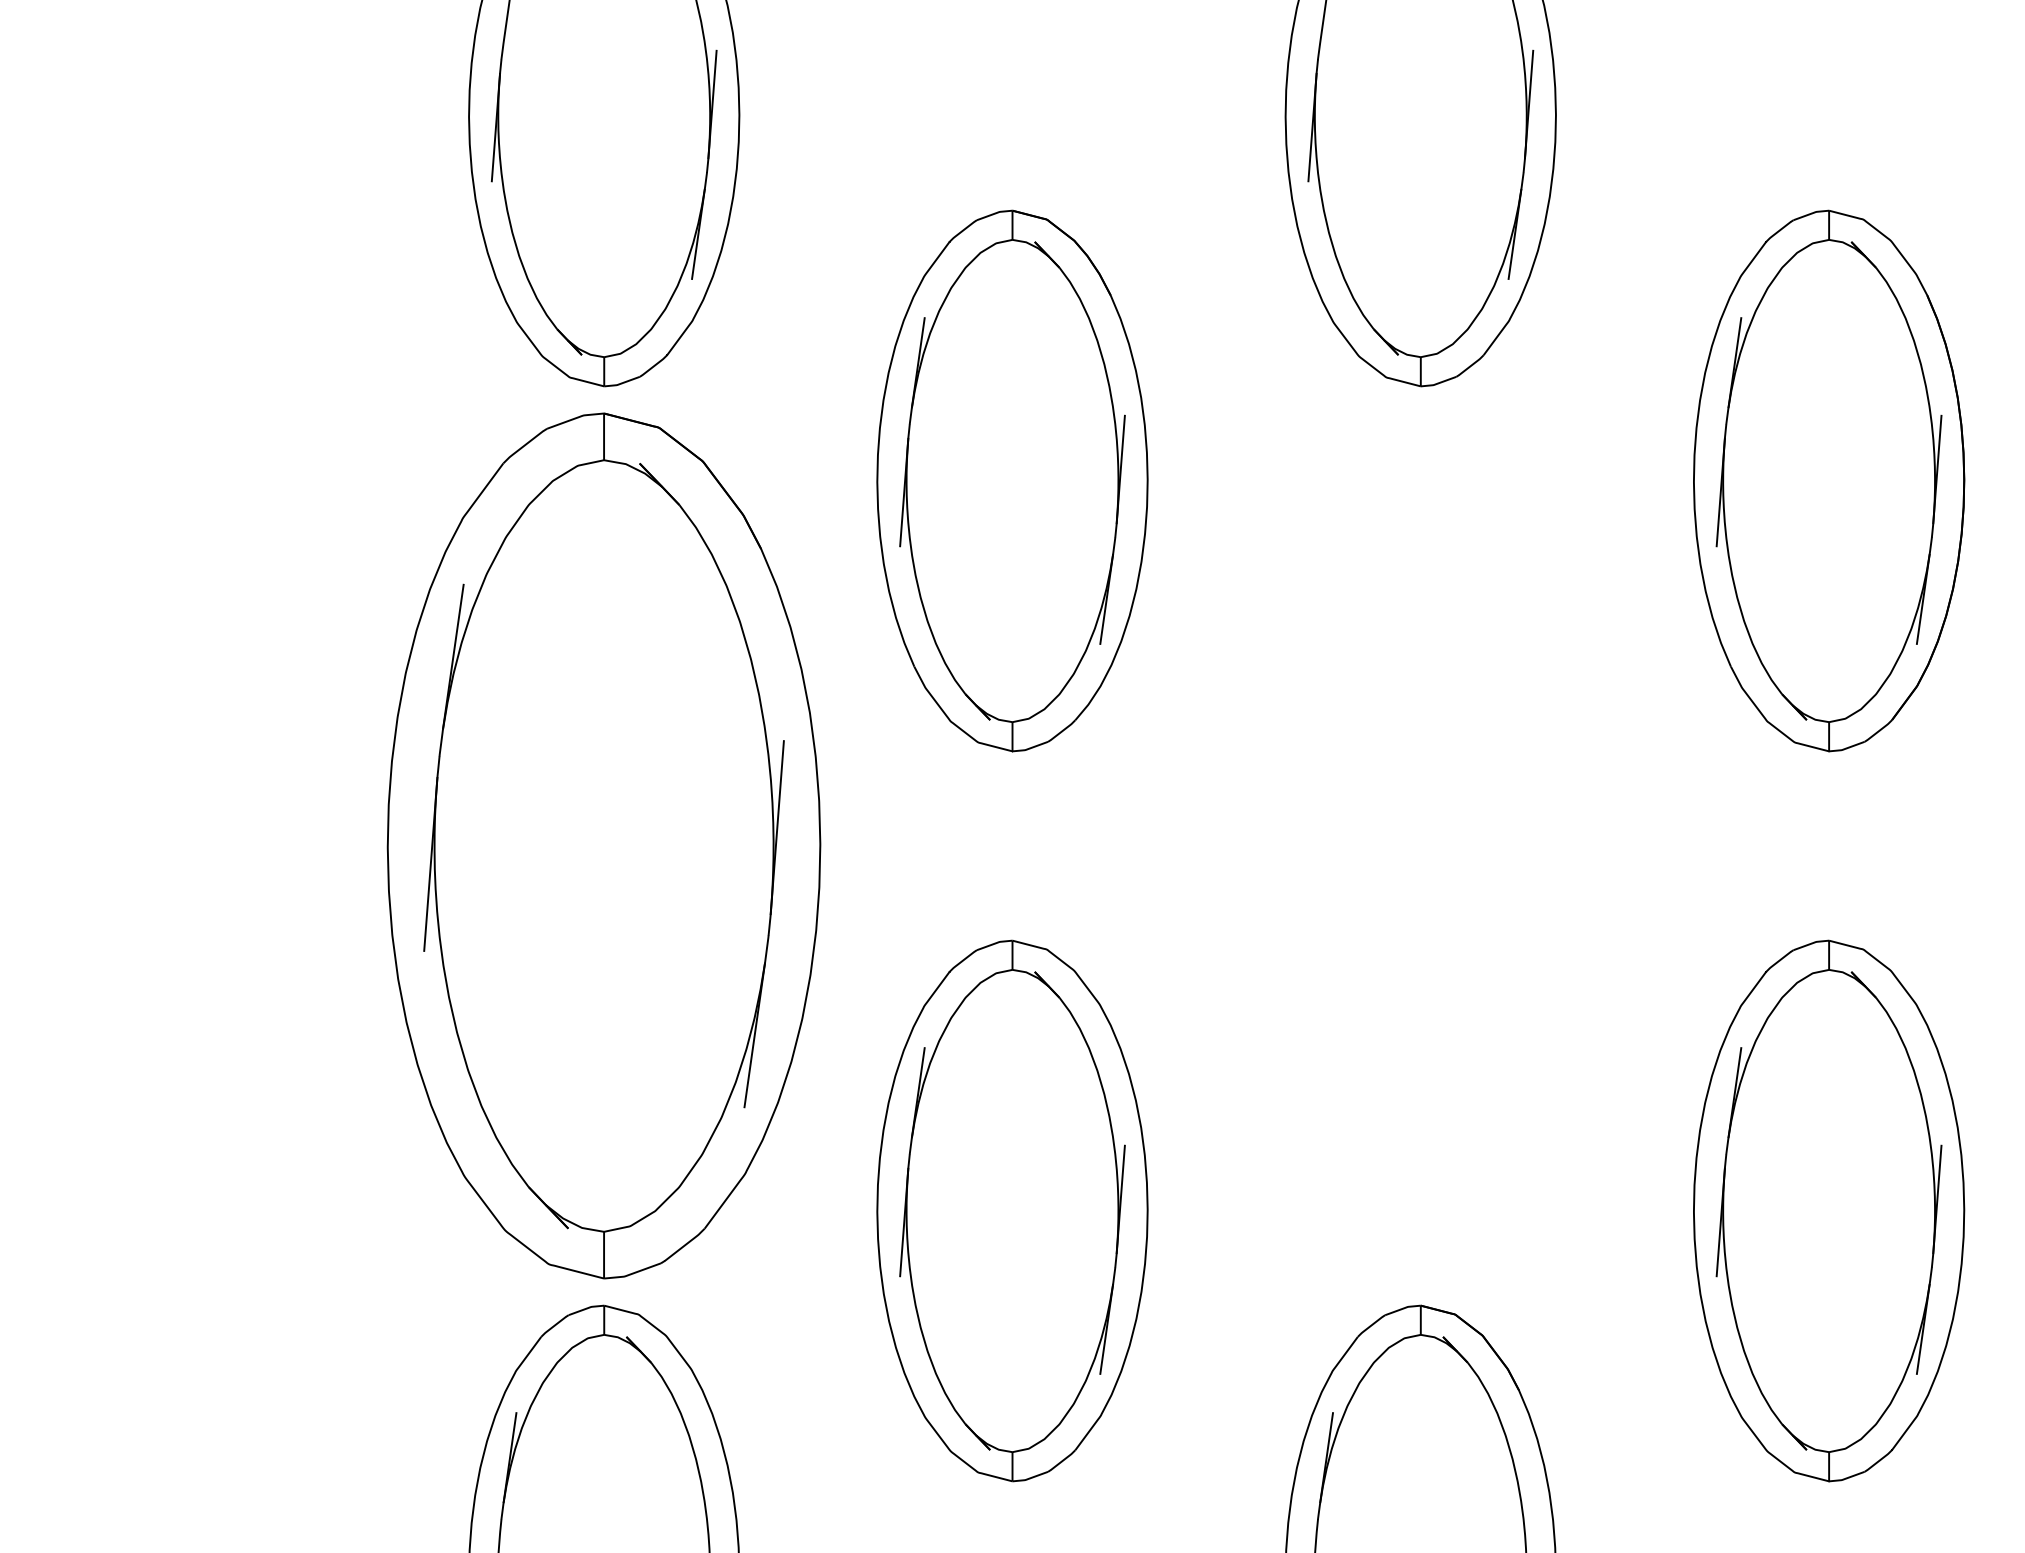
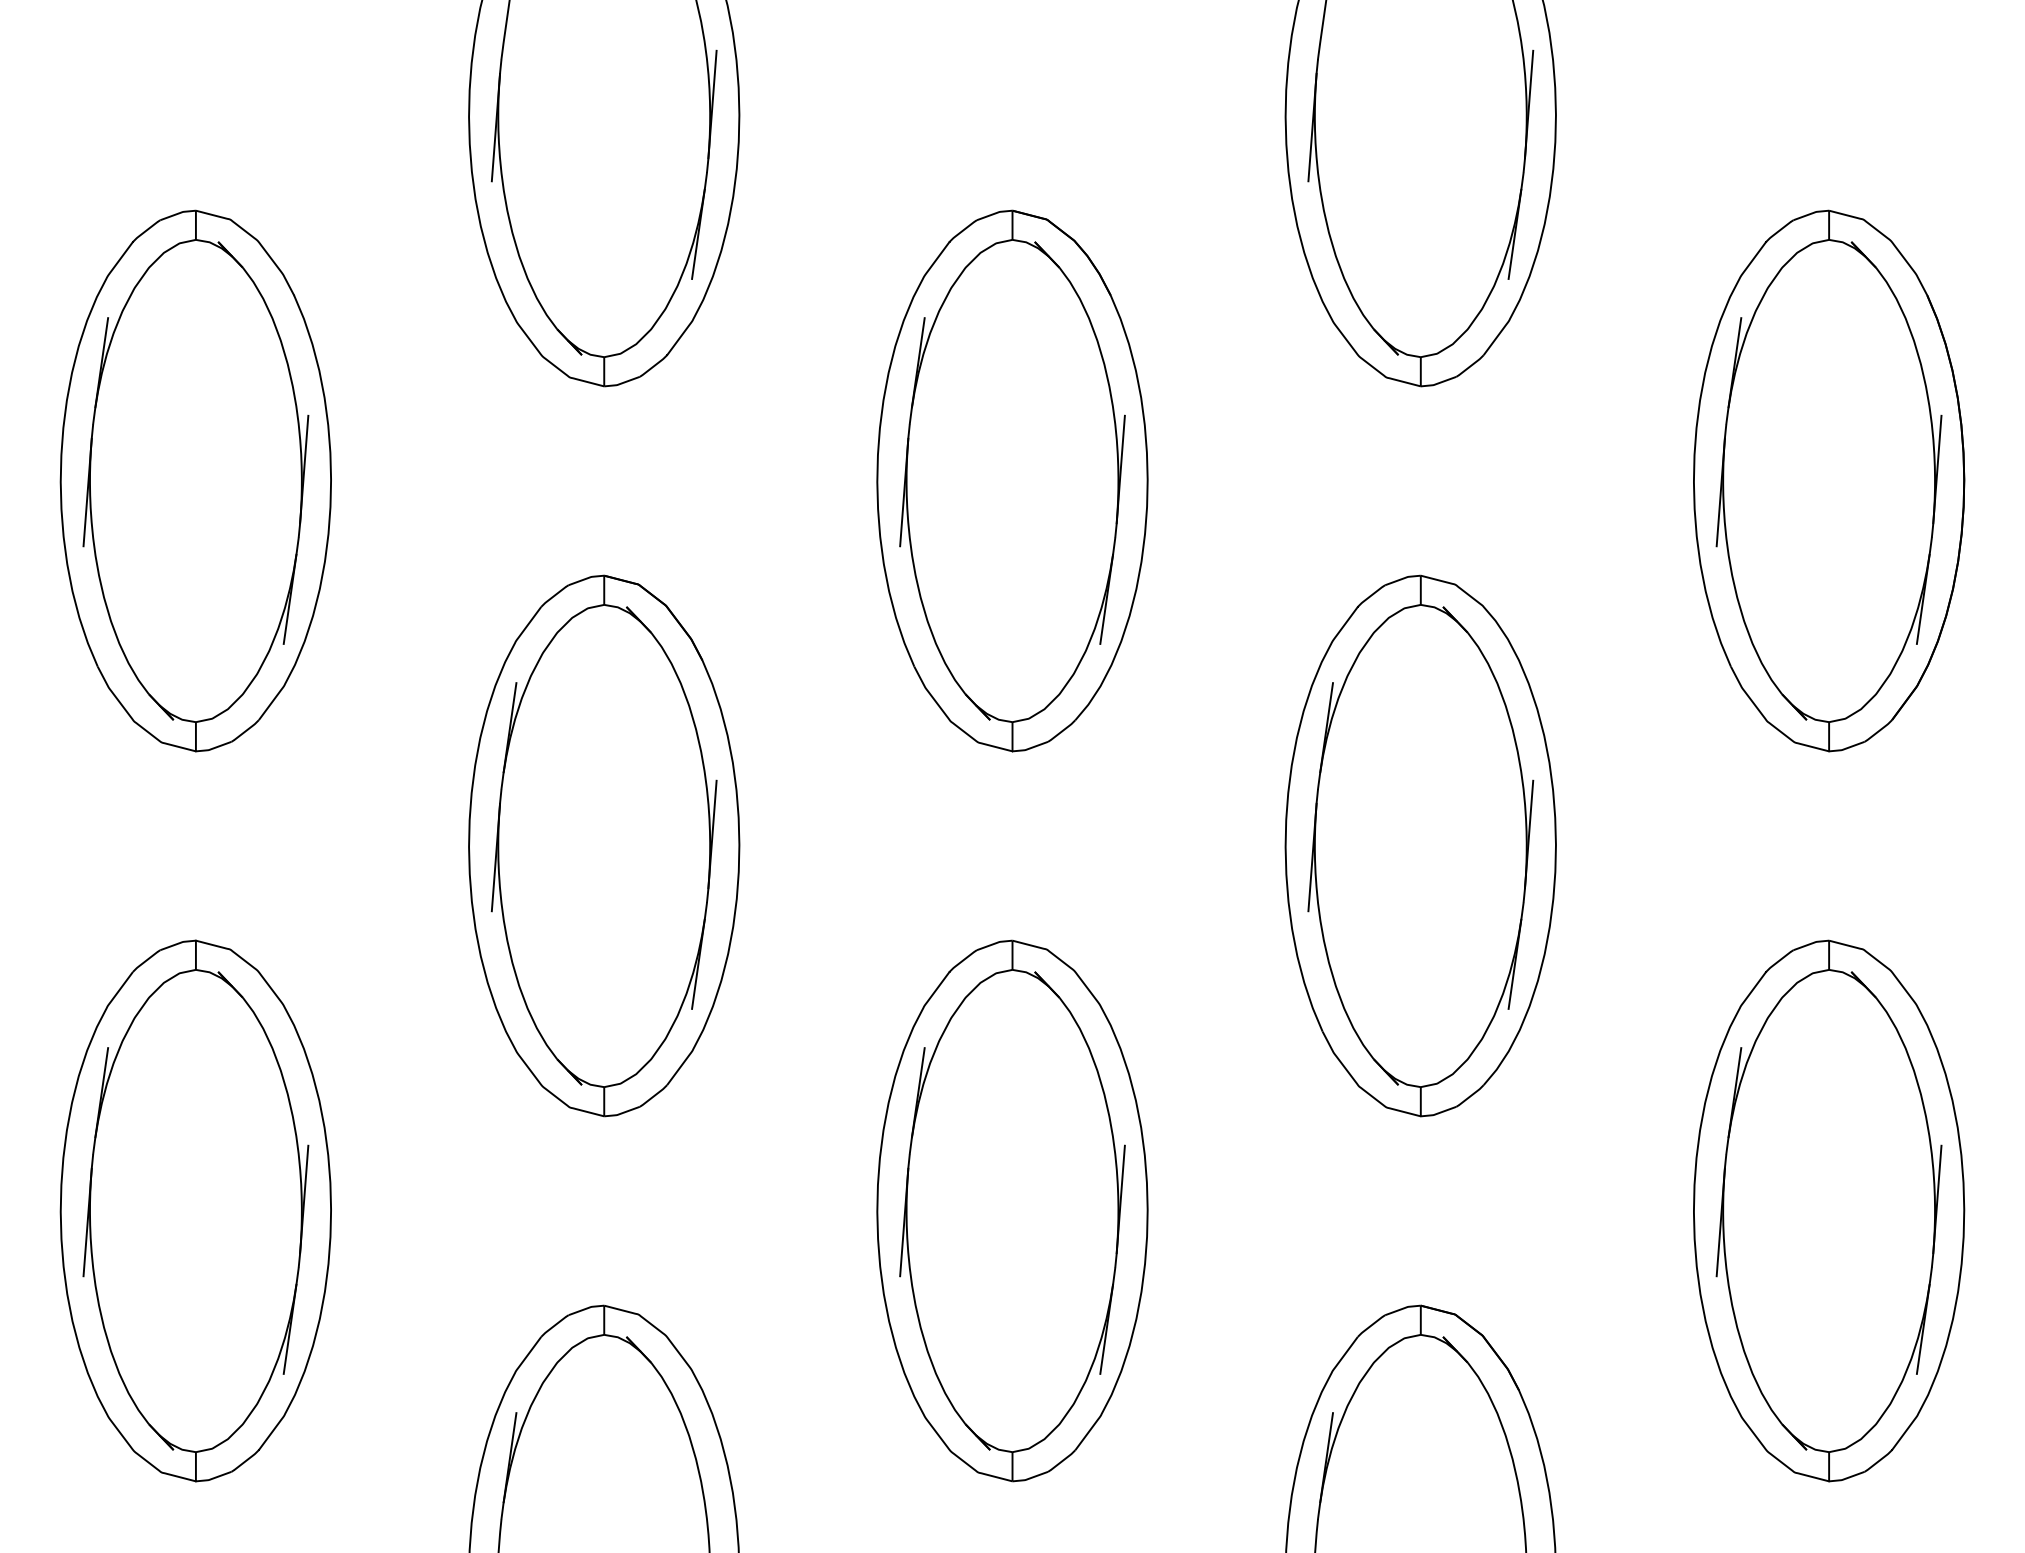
part at (195, 480): none -> present
part at (603, 845) size: 436x868 px -> 273x544 px
part at (1420, 845): none -> present
part at (195, 1210): none -> present
